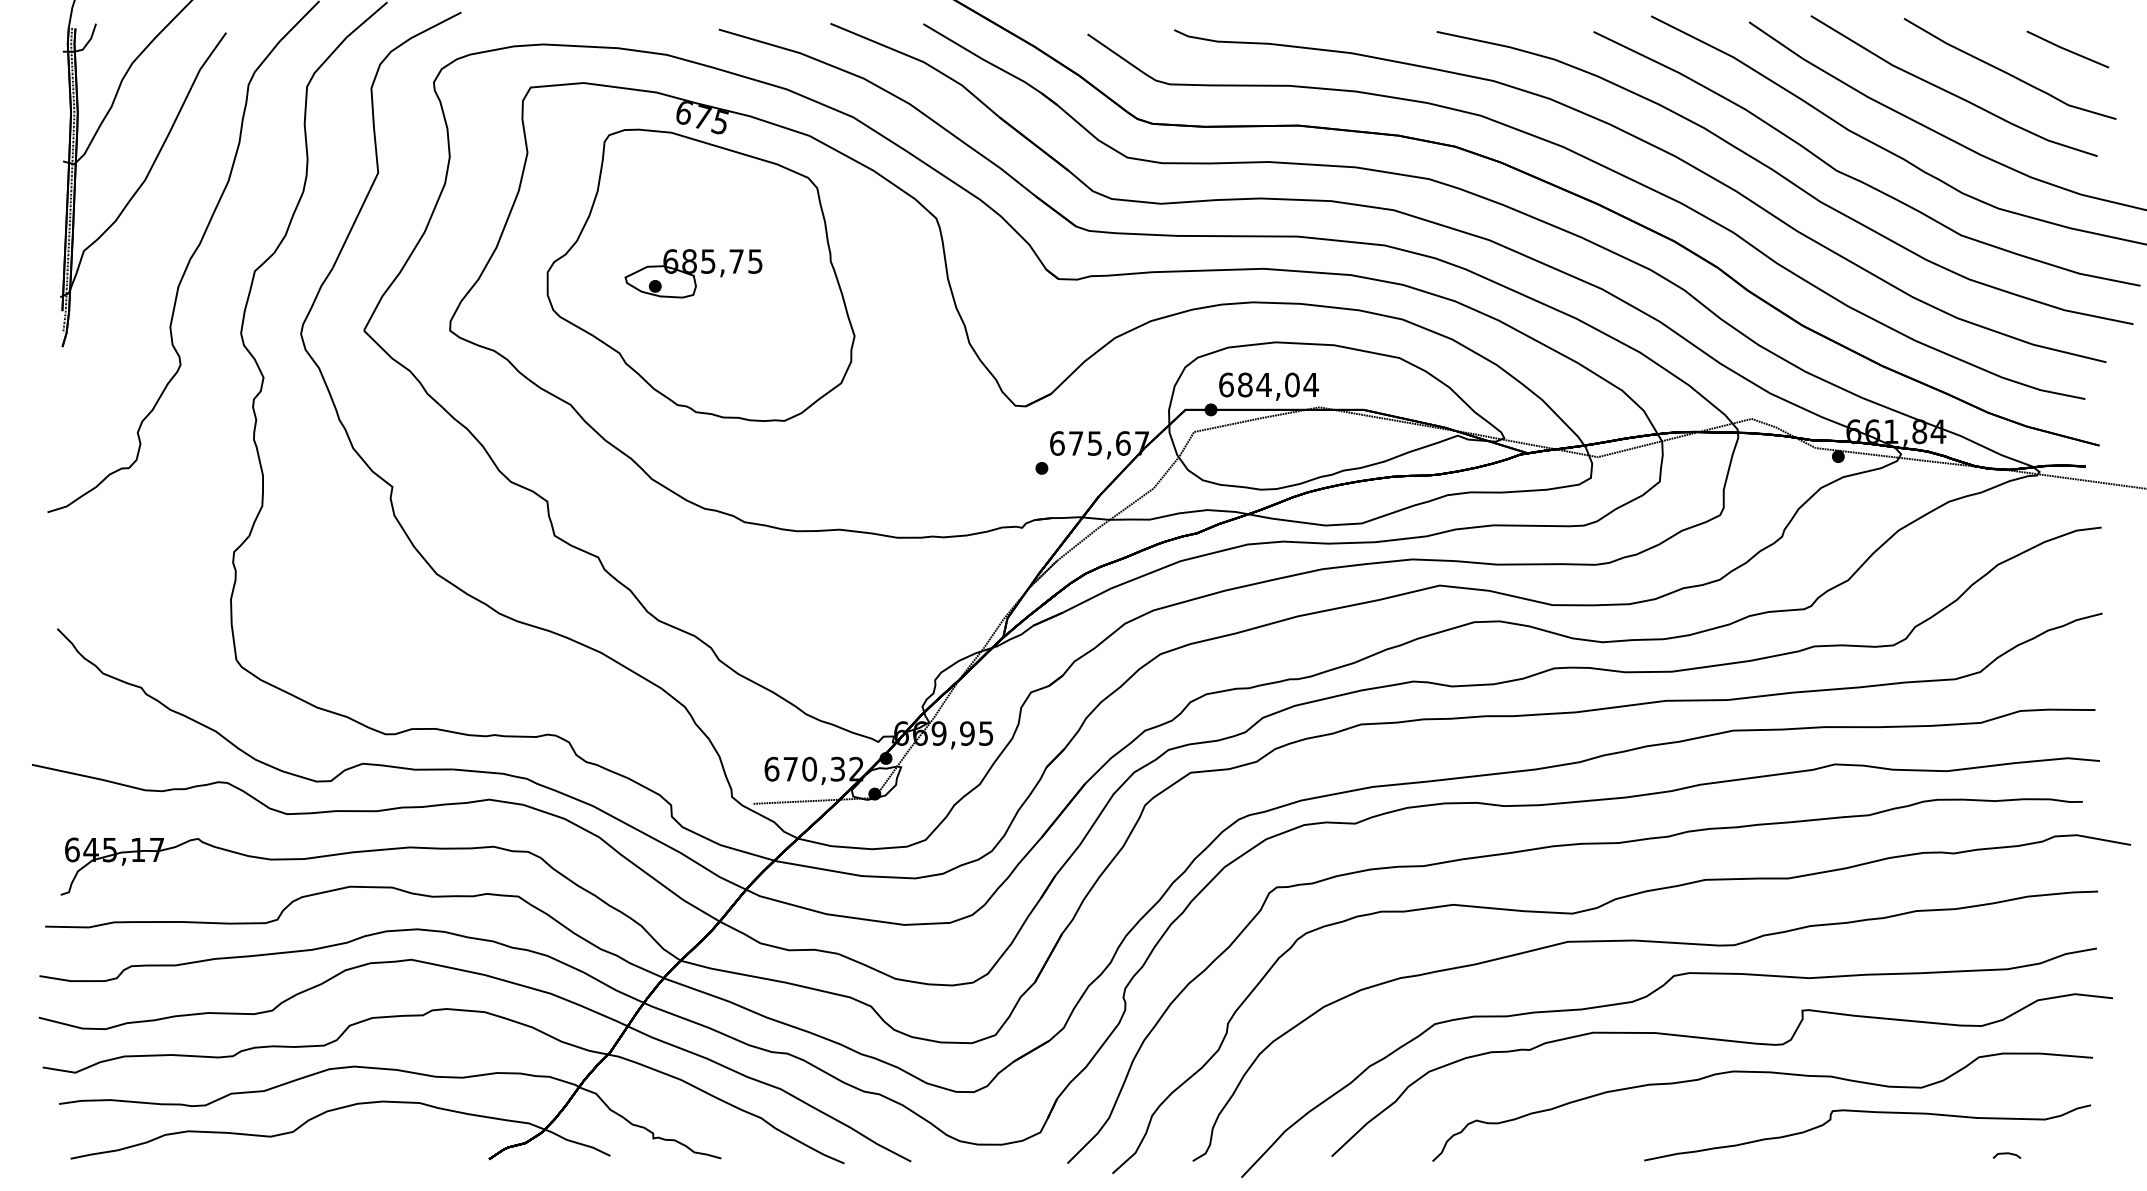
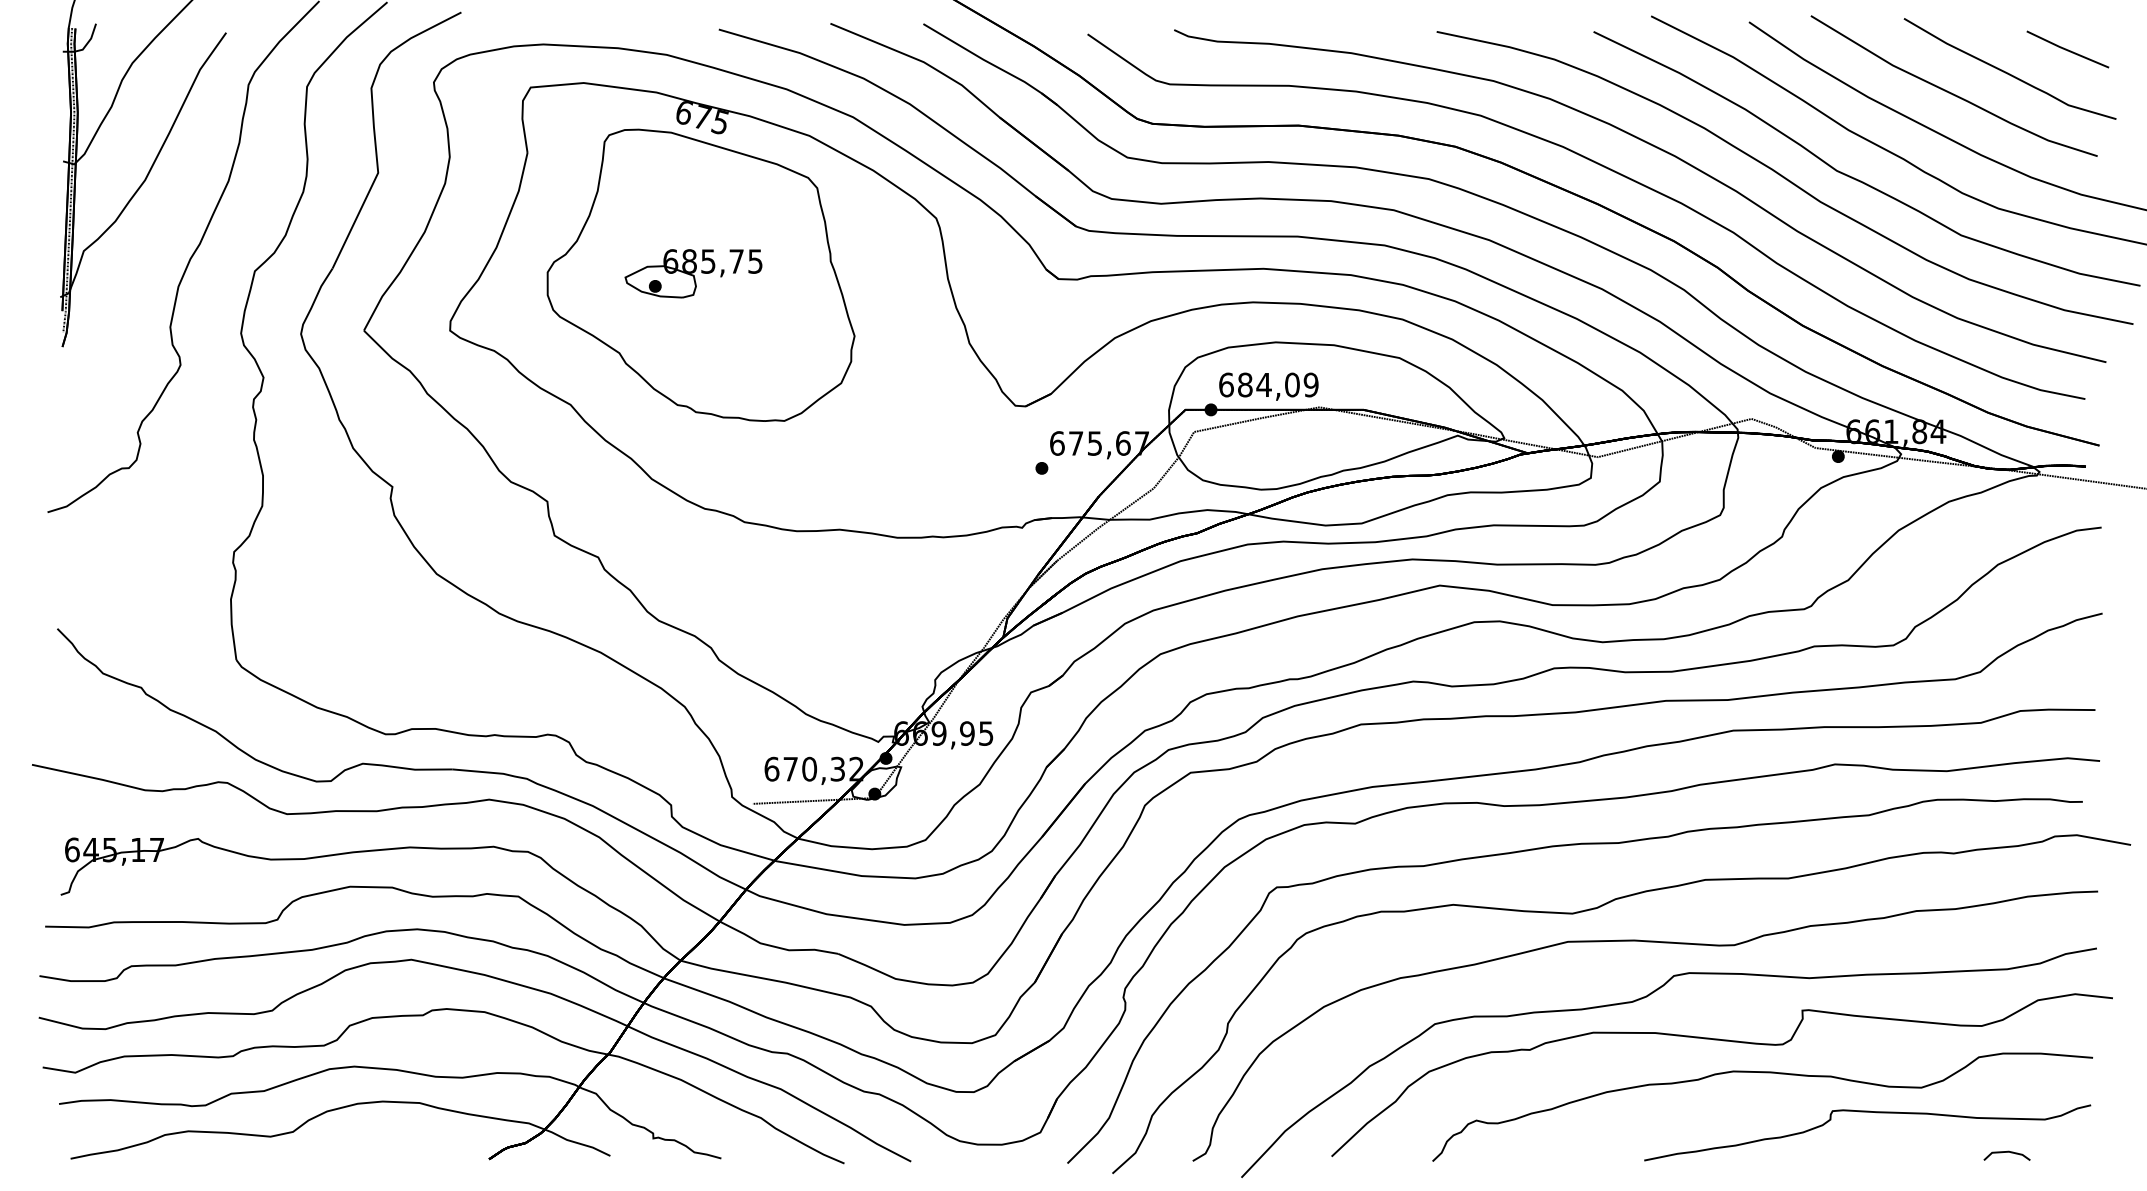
text at (1310, 384): 684,04 -> 684,09
part at (2006, 1155) size: 30x7 px -> 48x11 px
